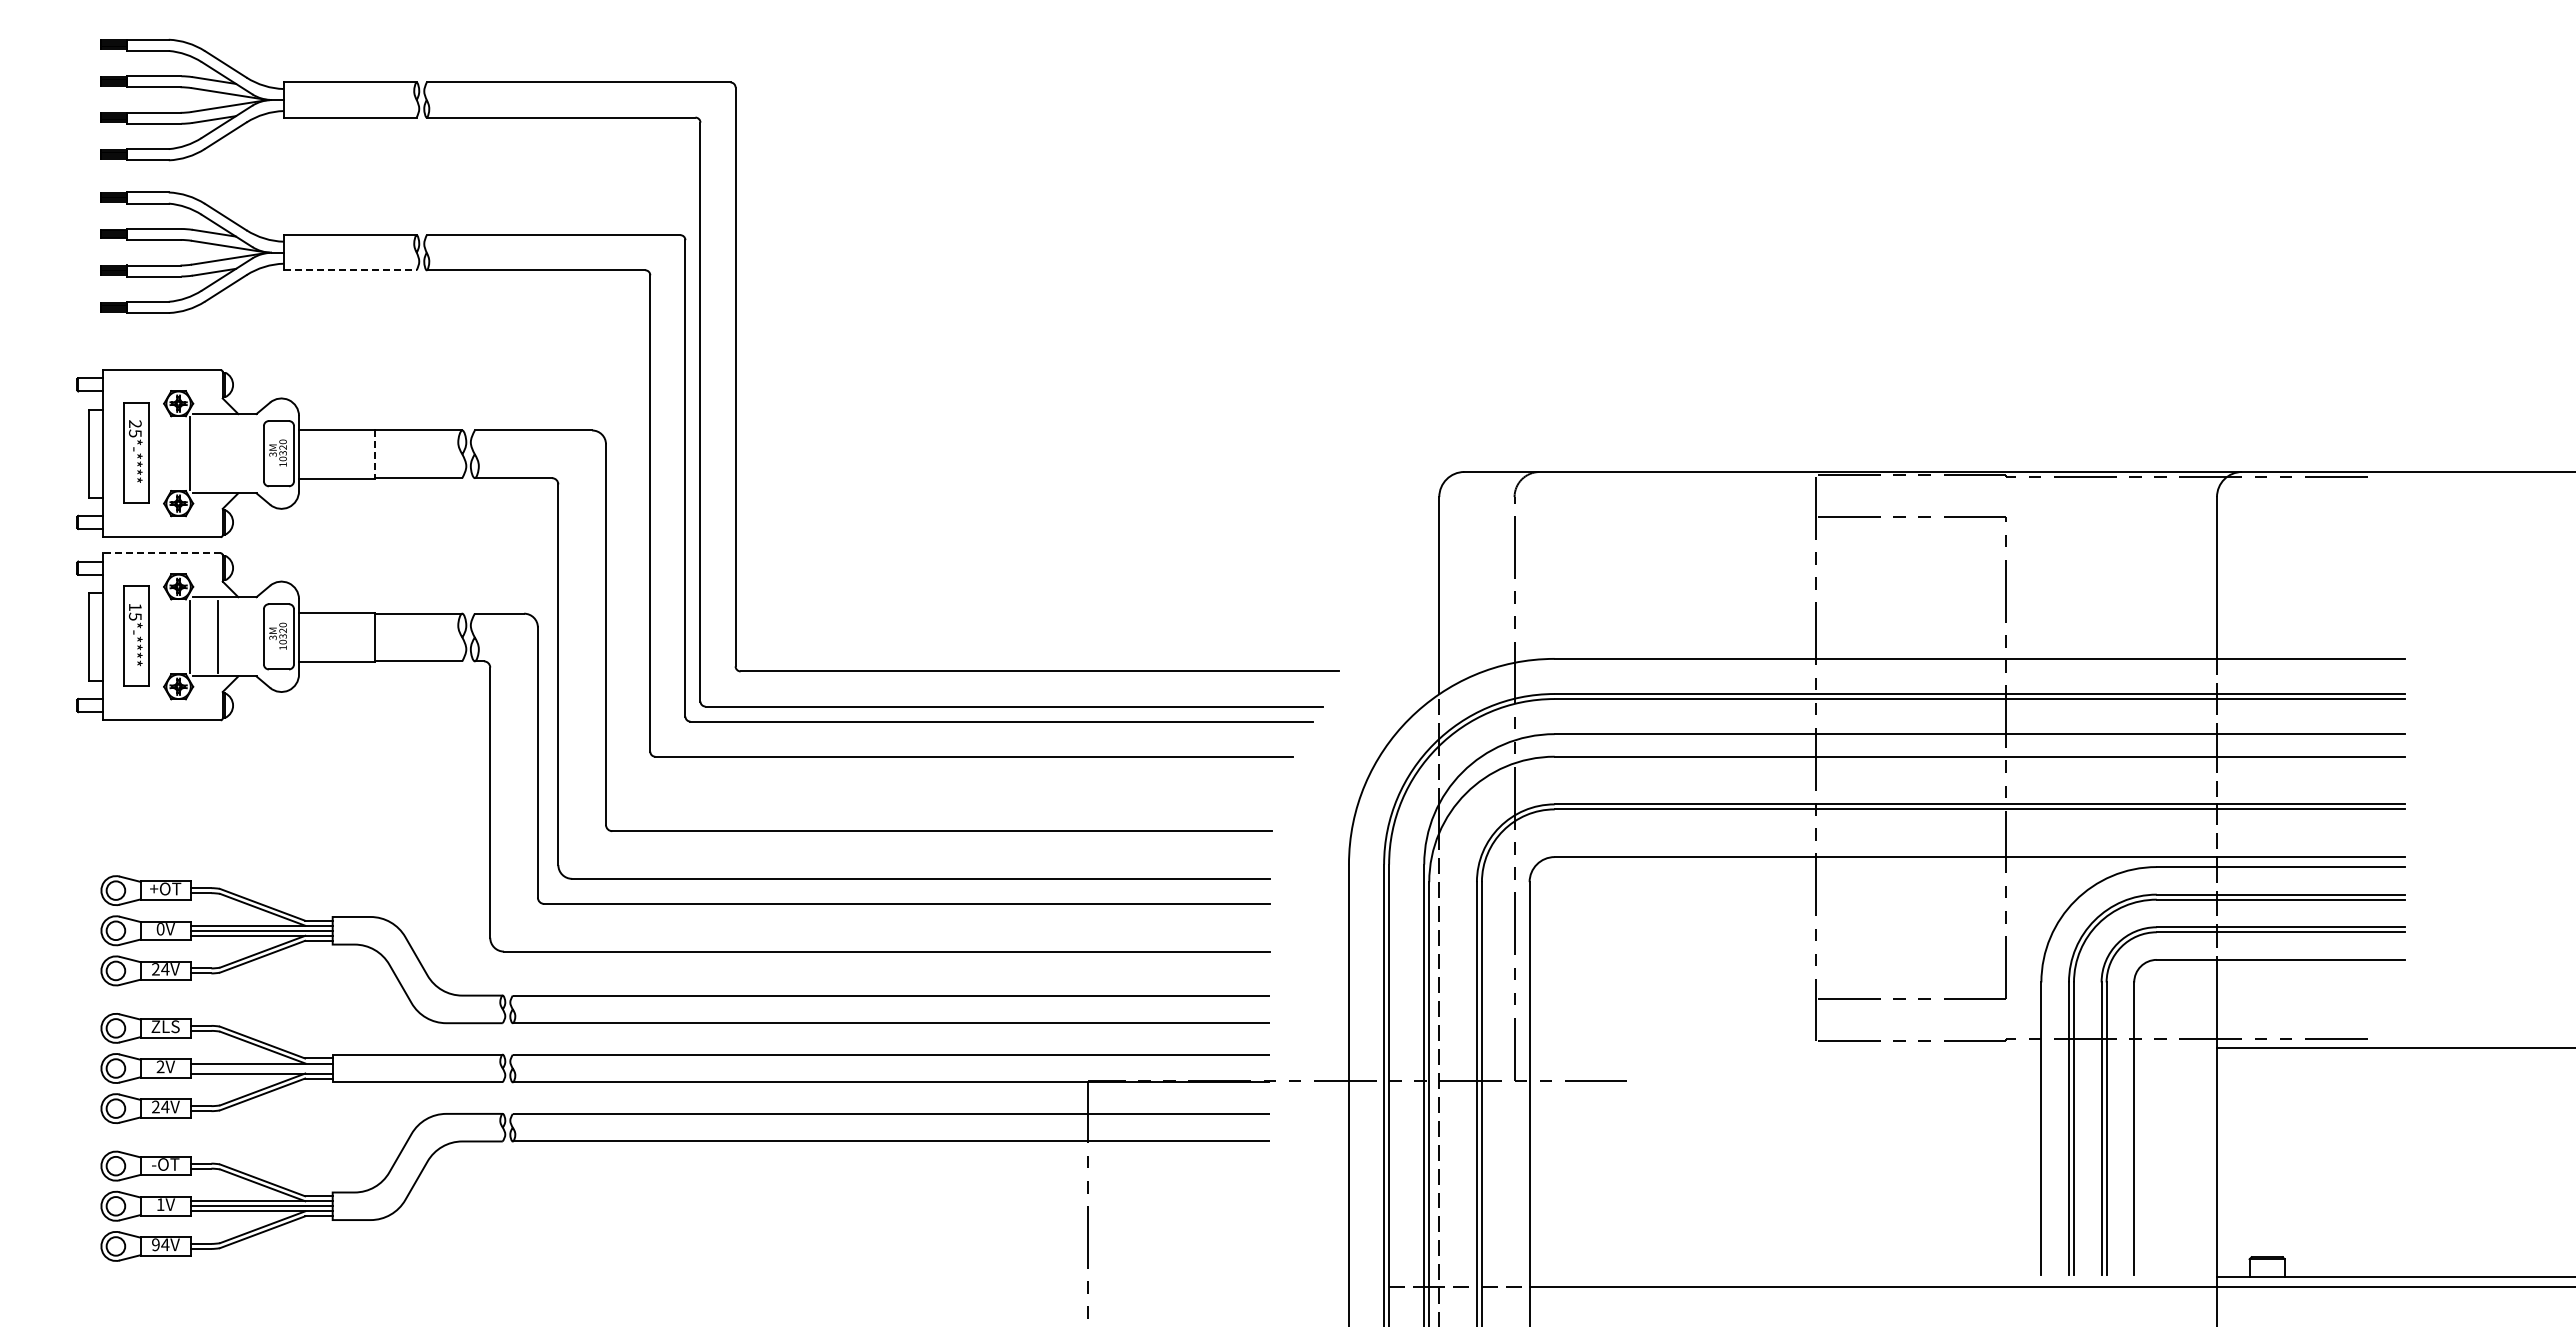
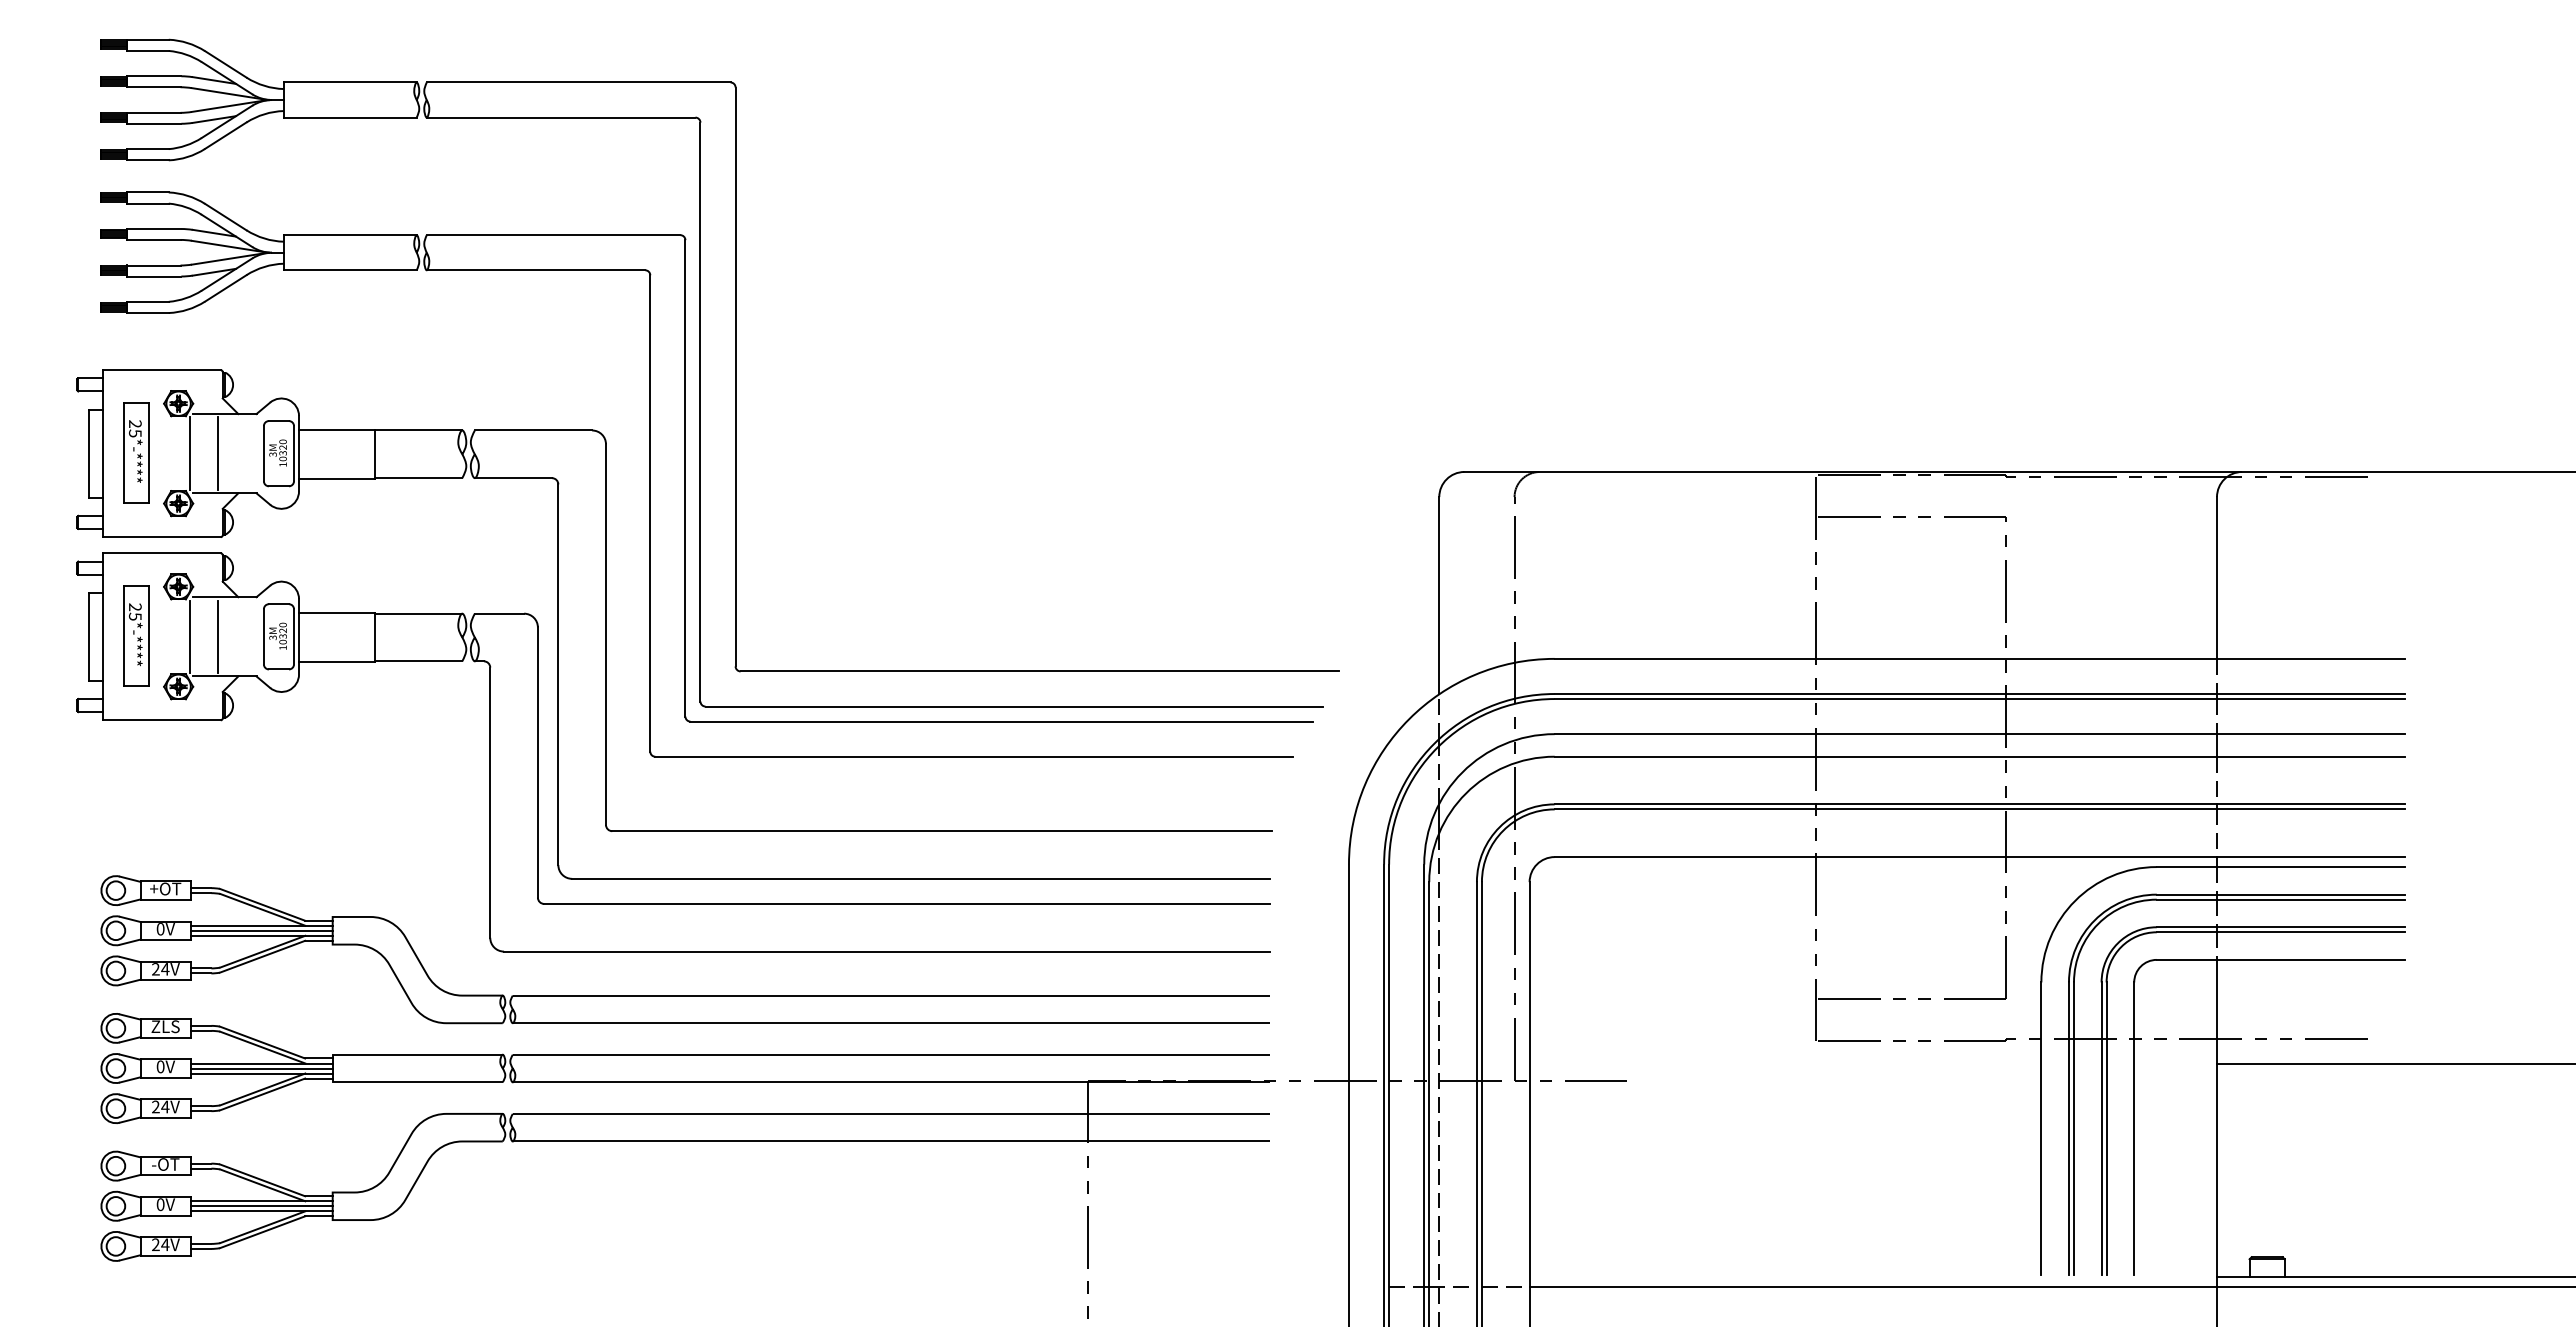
line at (350, 270): dashed -> solid
line at (217, 453): none -> present
line at (375, 454): dashed -> solid
line at (162, 553): dashed -> solid
text at (135, 607): 15*-**** -> 25*-****
line at (2394, 1048) position: (2394, 1048) -> (2394, 1064)
text at (160, 1066): 2V -> 0V
line at (261, 1068): none -> present
text at (160, 1204): 1V -> 0V
text at (155, 1245): 94V -> 24V
